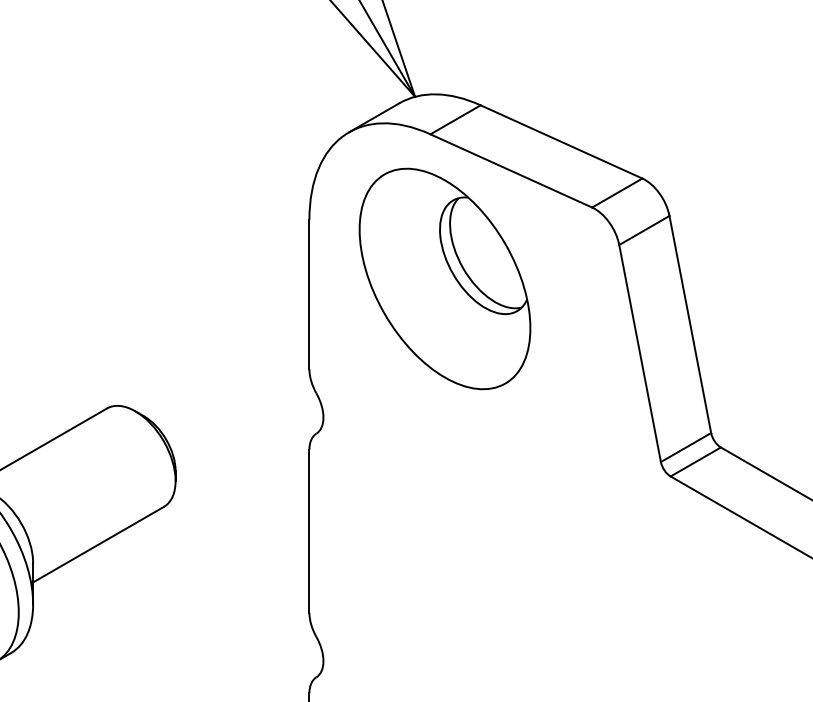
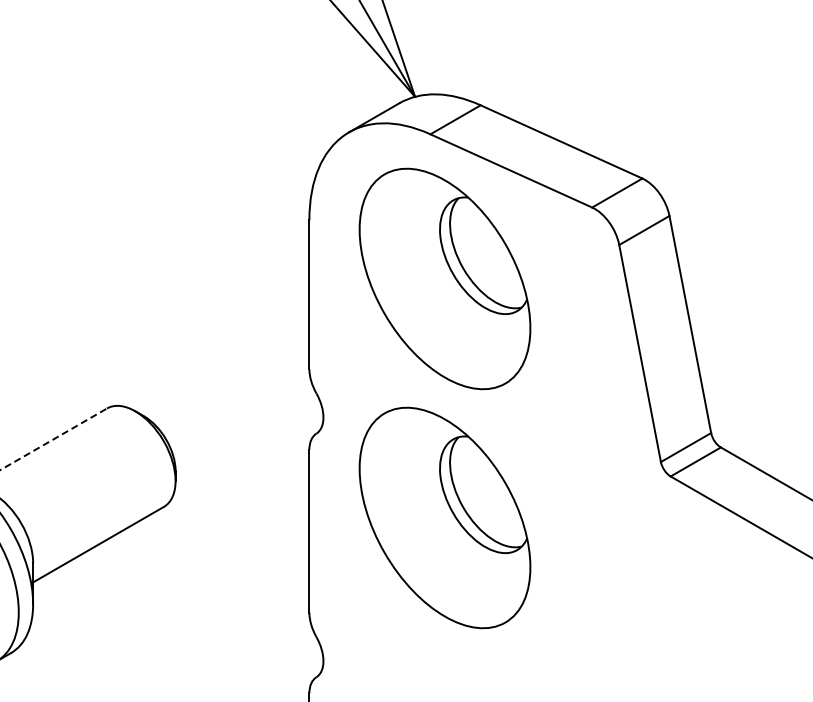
line at (54, 439): solid -> dashed
part at (444, 517): none -> present
